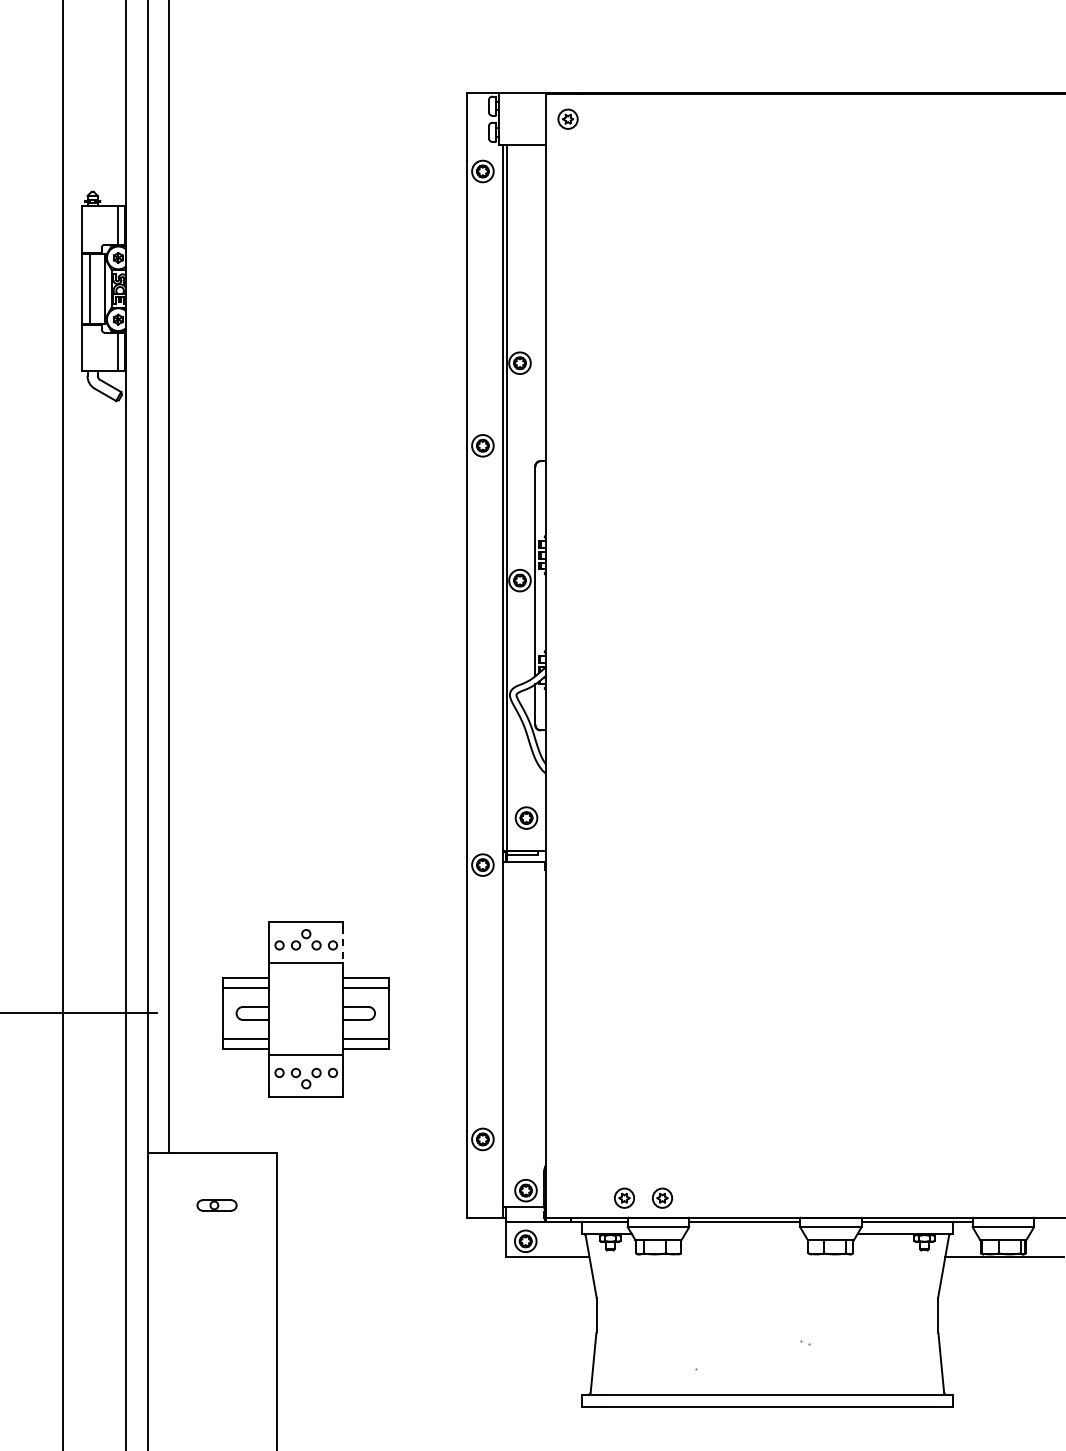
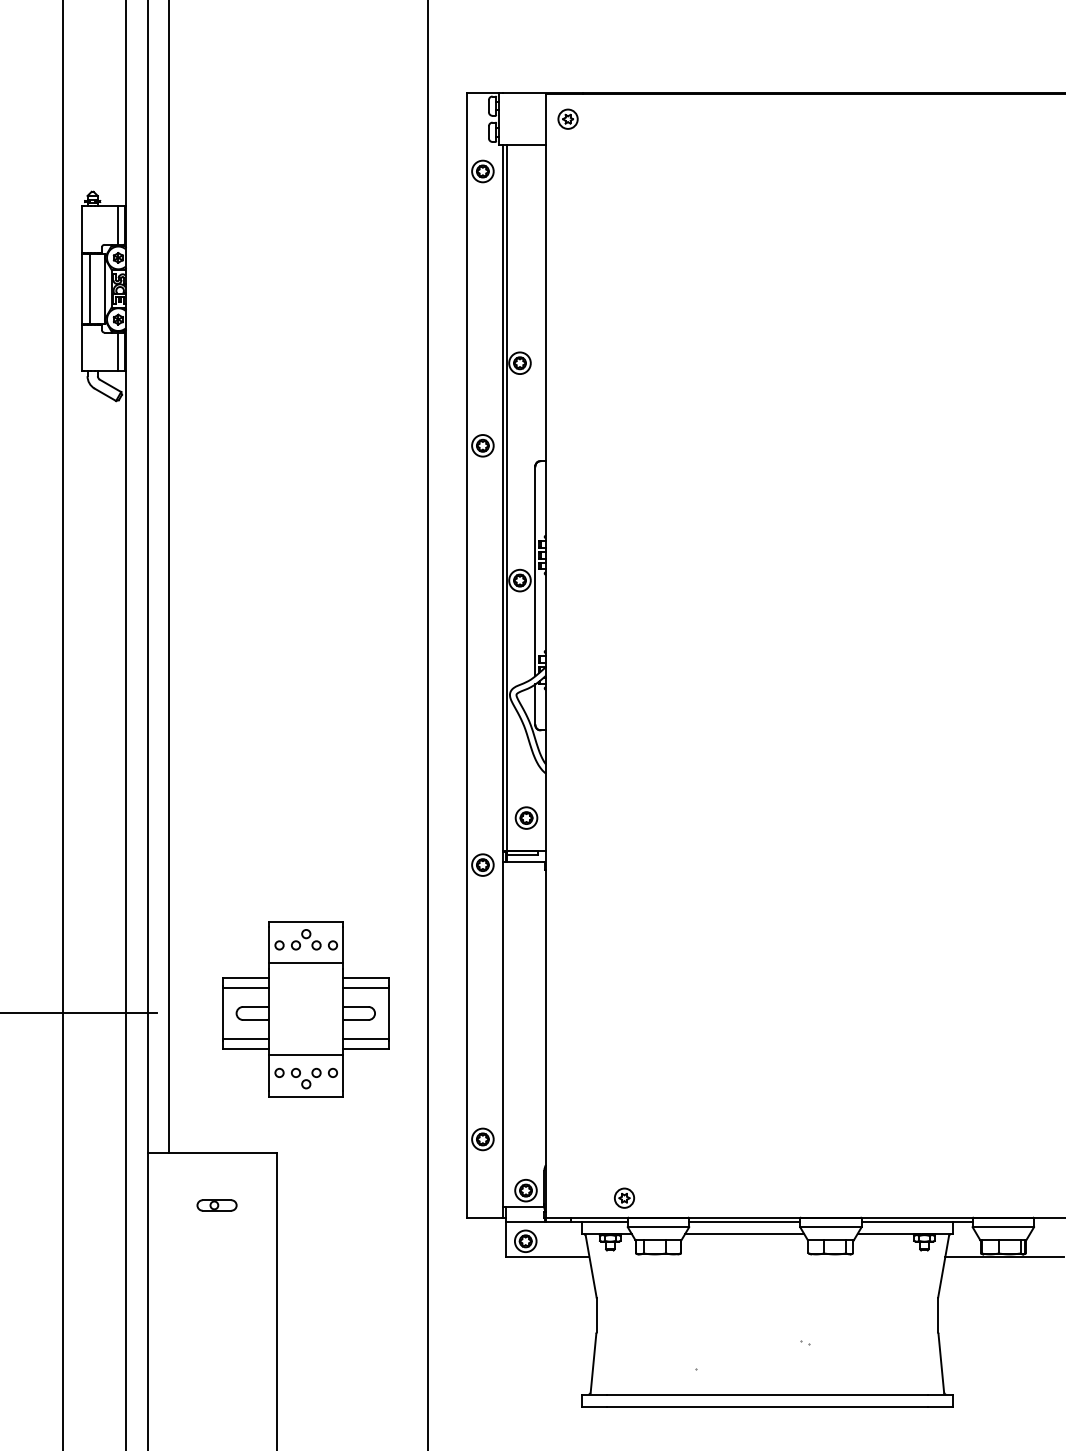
line at (428, 724): none -> present
line at (343, 945): dashed -> solid
part at (662, 1197): present -> none
line at (744, 1234): none -> present
